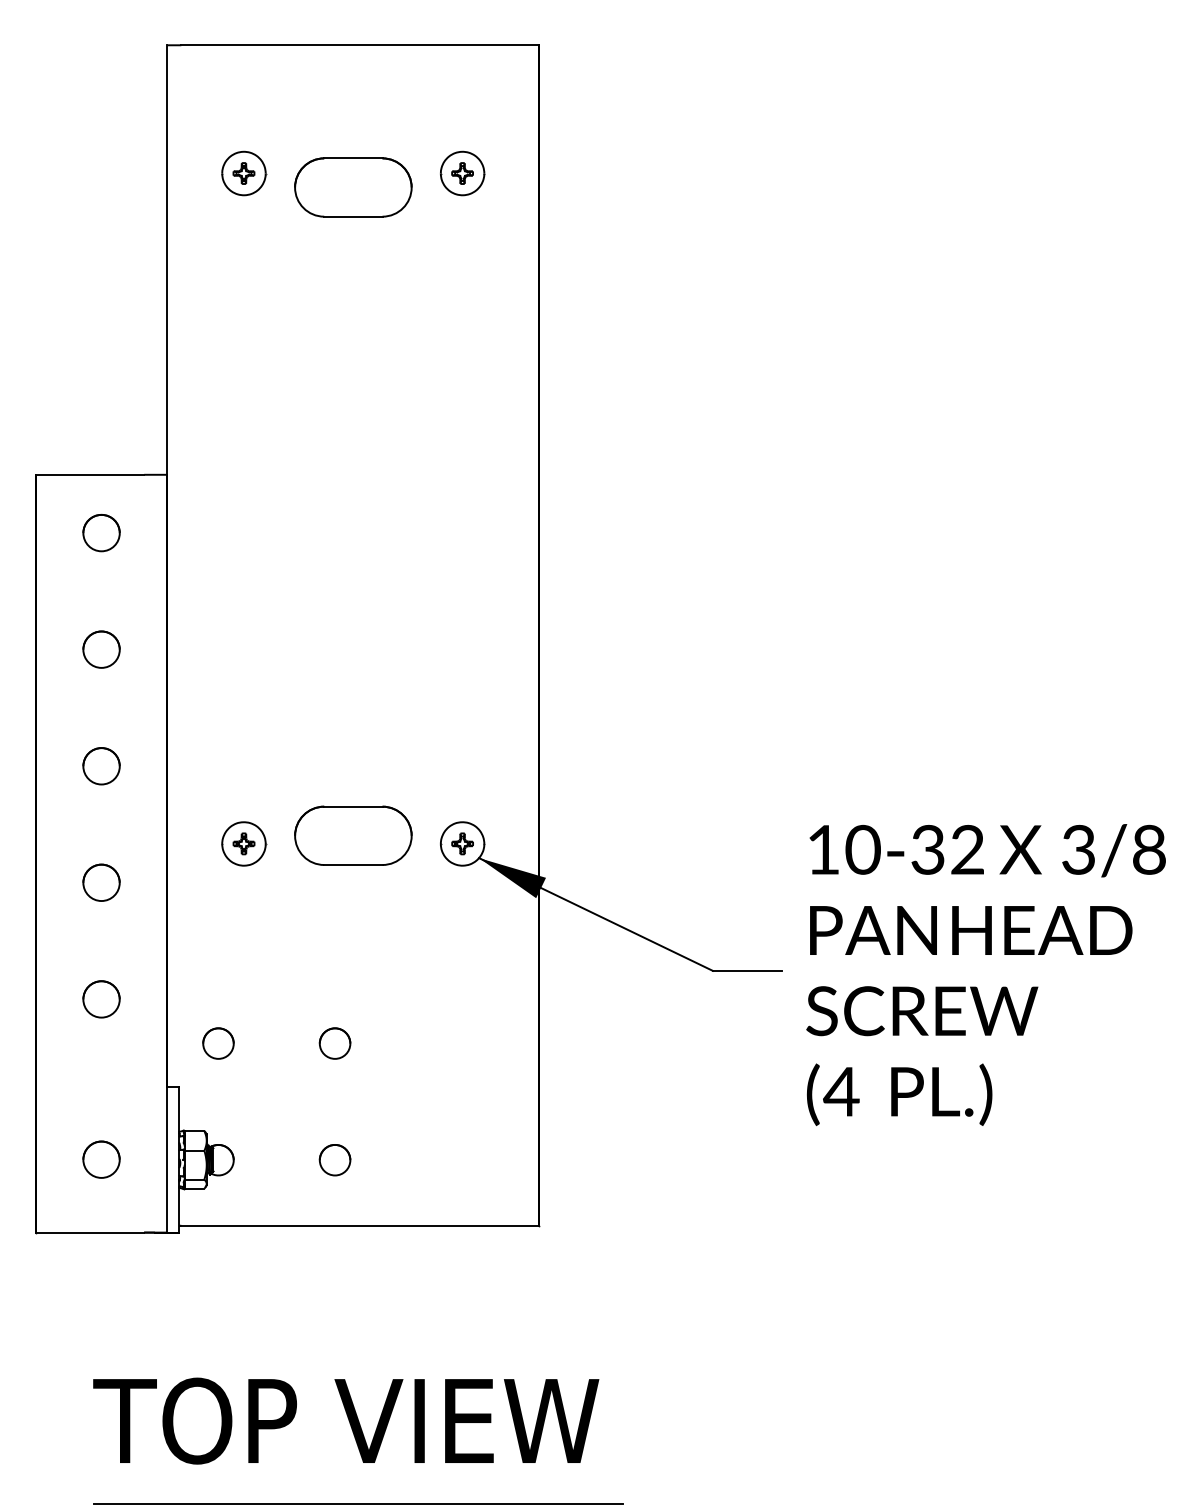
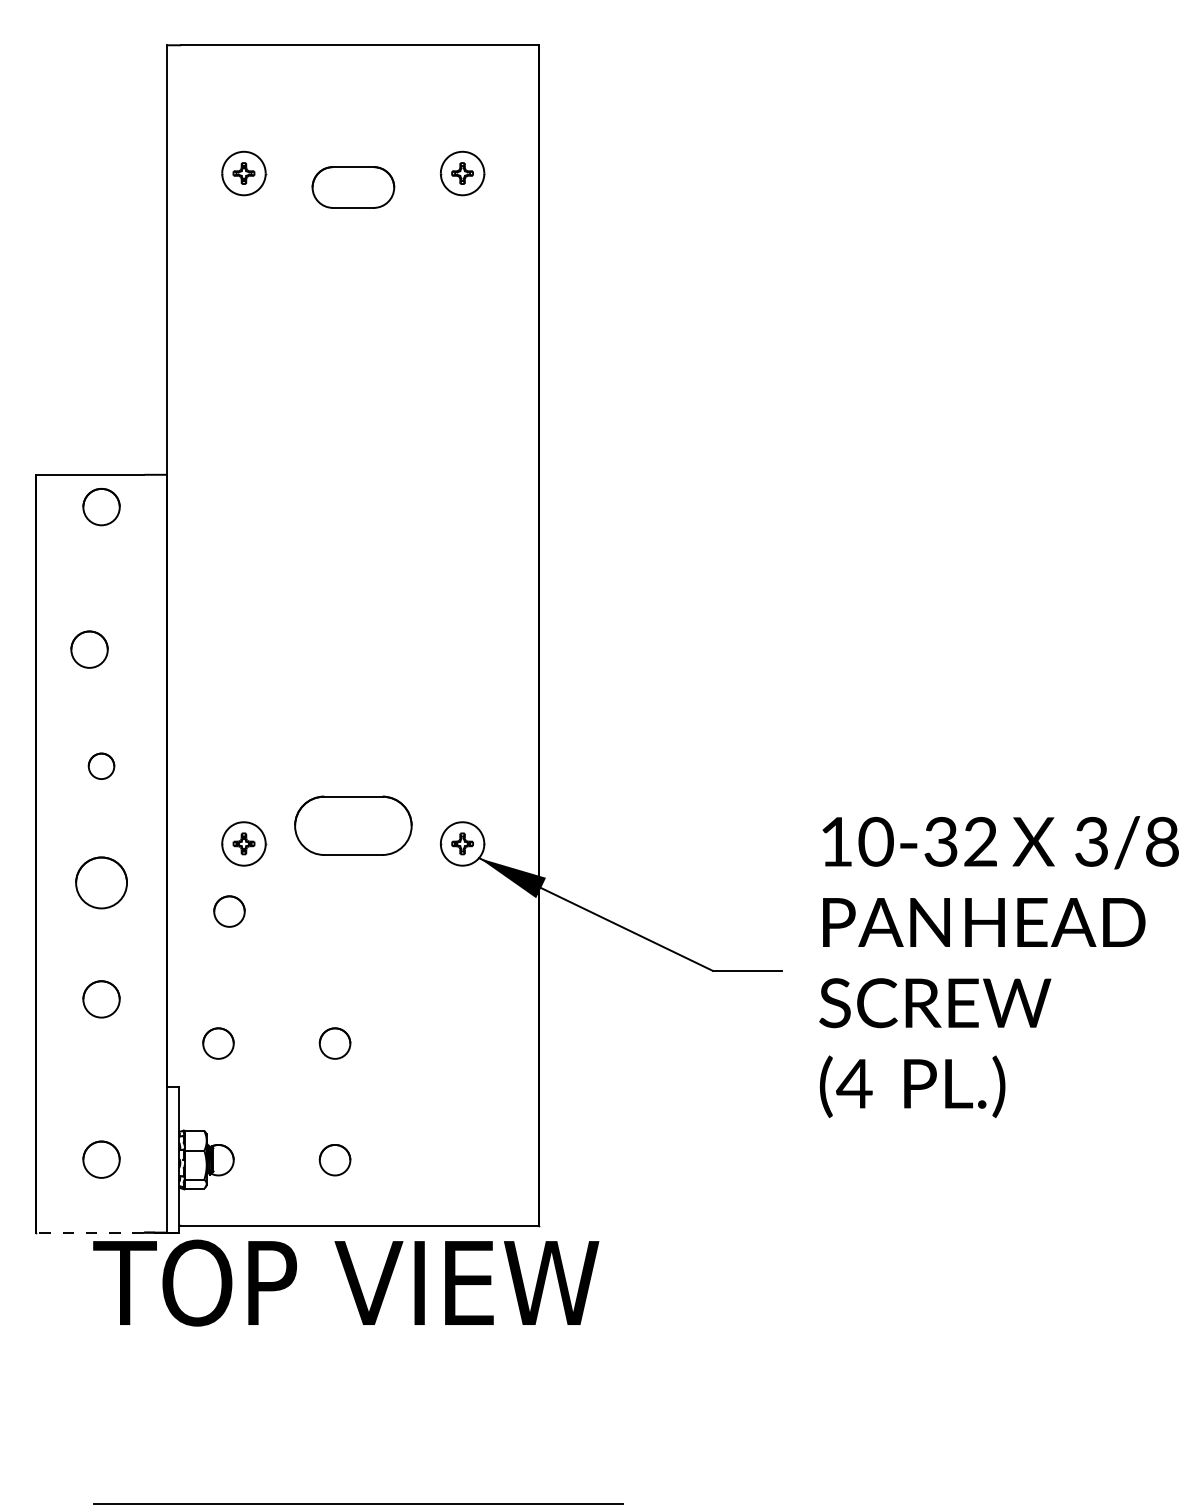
part at (353, 187) size: 119x61 px -> 85x43 px
circle at (101, 533) position: (101, 533) -> (101, 507)
circle at (101, 649) position: (101, 649) -> (89, 649)
circle at (101, 766) size: 39x39 px -> 29x28 px
part at (353, 835) position: (353, 835) -> (353, 825)
circle at (101, 882) size: 39x39 px -> 53x54 px
circle at (229, 911): none -> present
text at (985, 974) position: (985, 974) -> (998, 966)
line at (89, 1232): solid -> dashed
text at (346, 1420) position: (346, 1420) -> (346, 1282)
